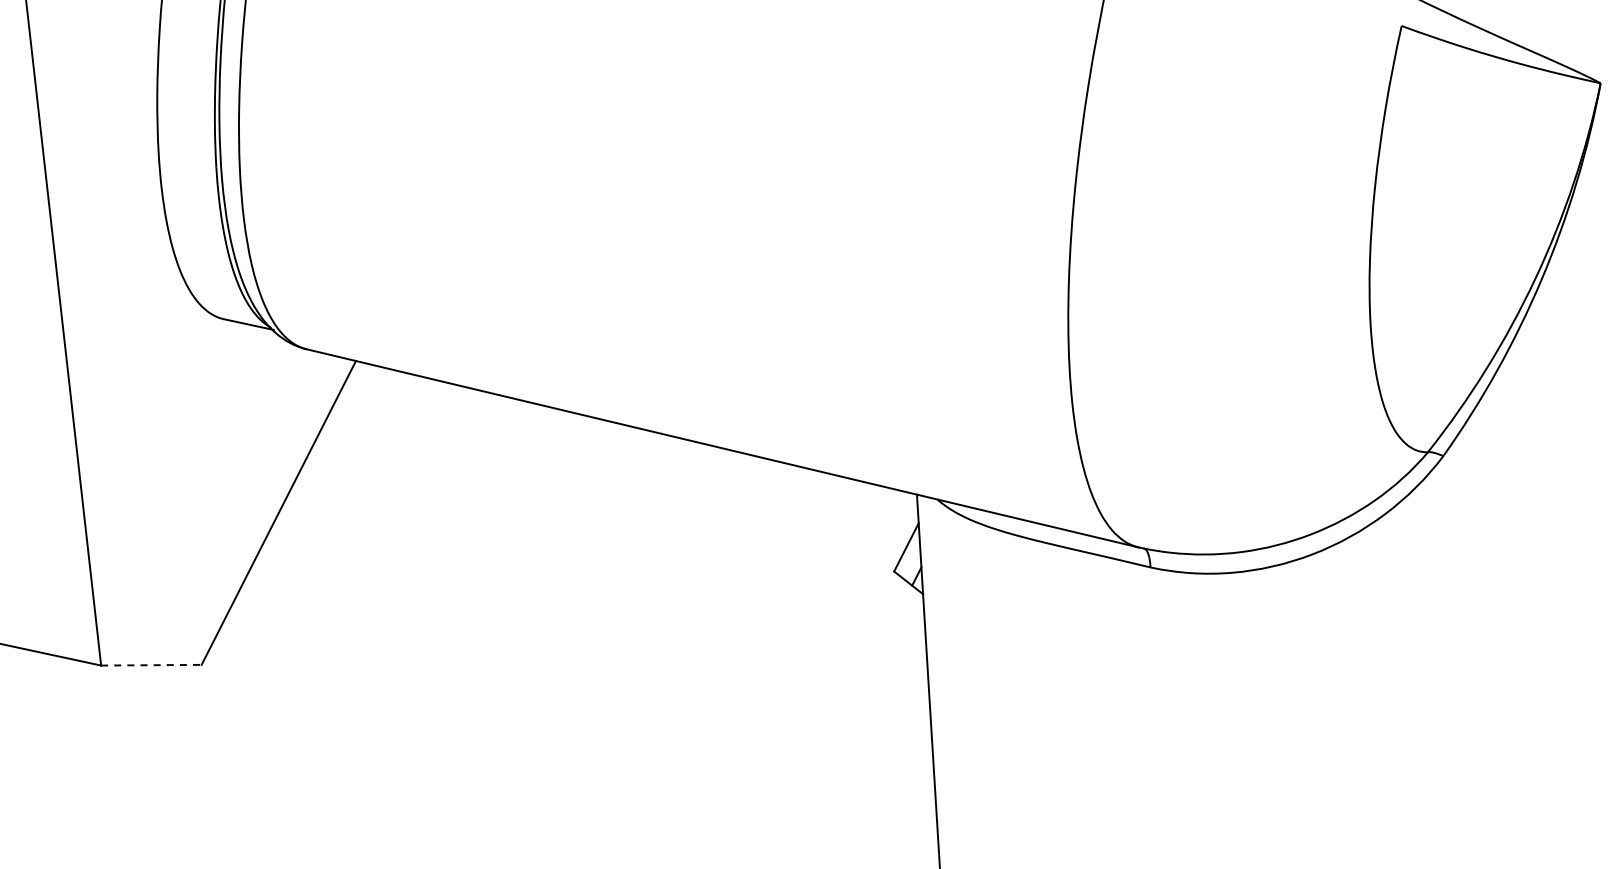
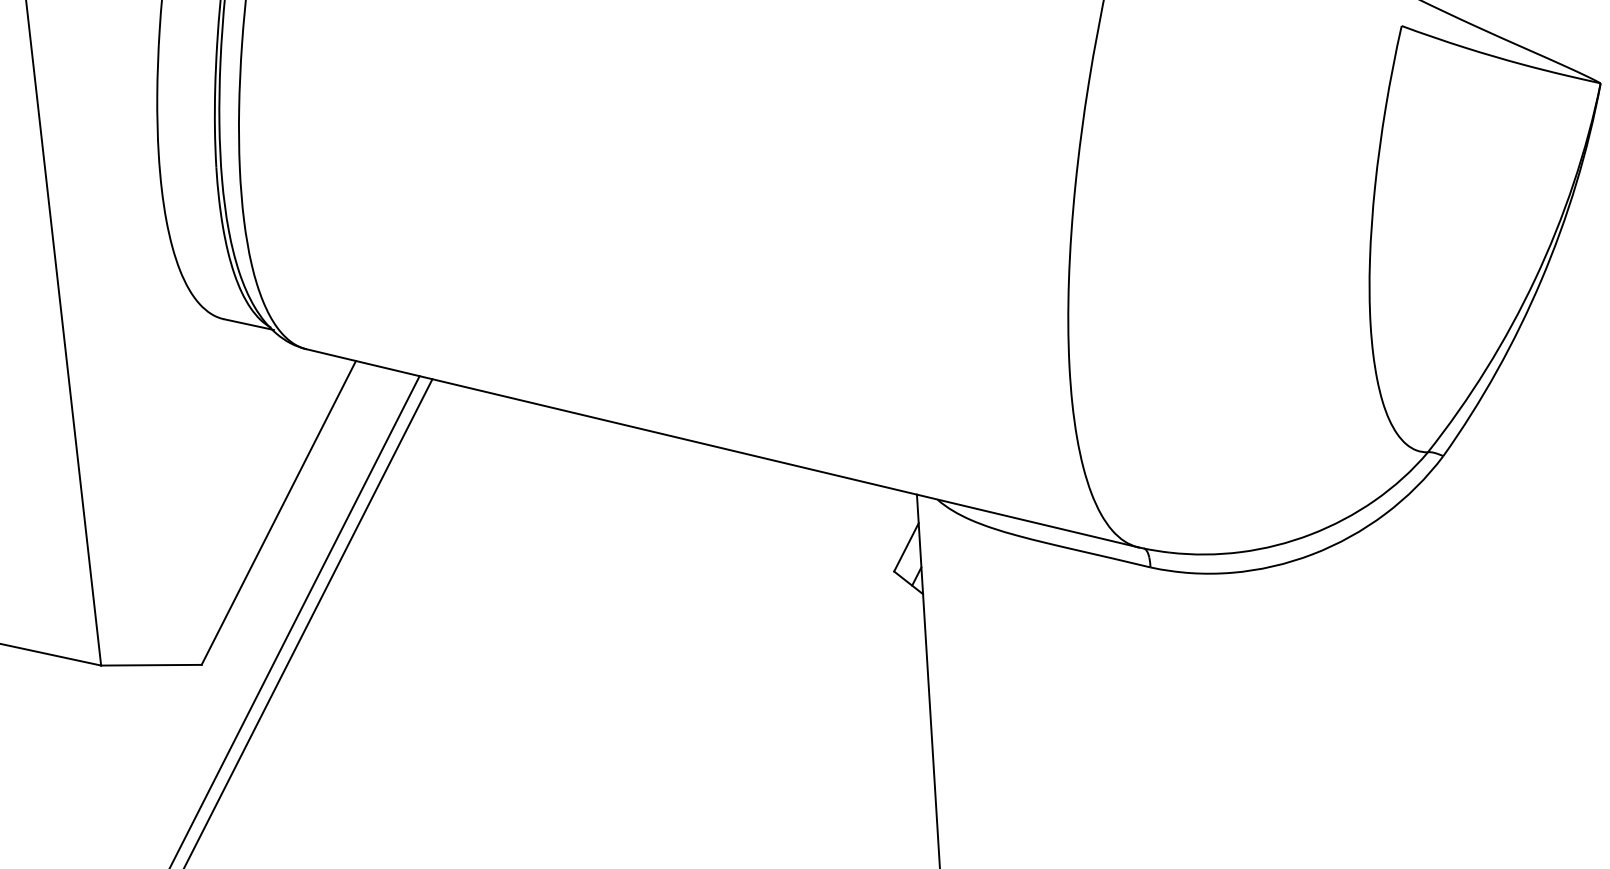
line at (295, 620): none -> present
line at (308, 622): none -> present
line at (151, 665): dashed -> solid
